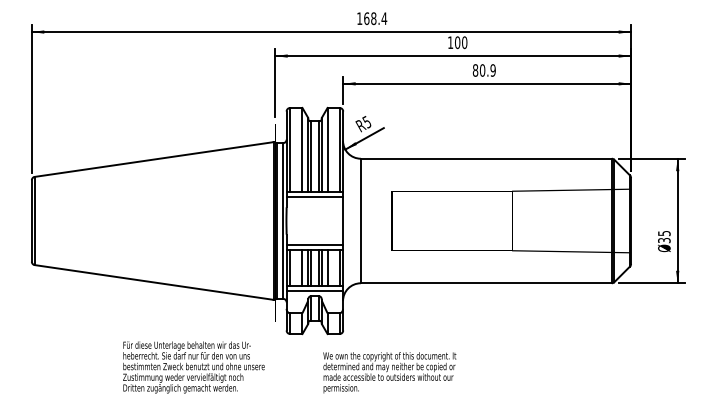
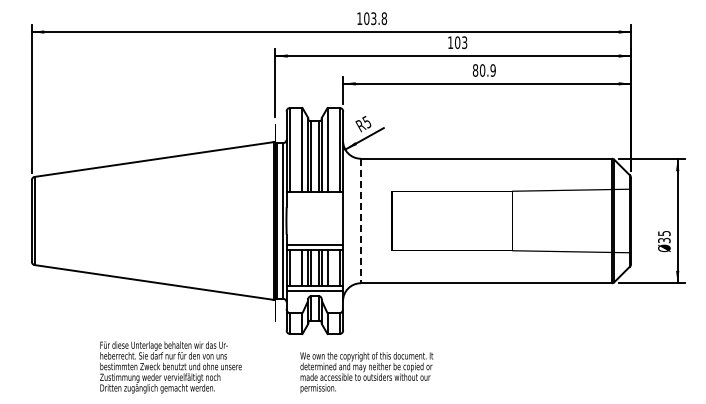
text at (375, 18): 168.4 -> 103.8
text at (464, 42): 100 -> 103
line at (314, 196): present -> none
line at (360, 221): solid -> dashed
text at (289, 367) position: (289, 367) -> (266, 367)
